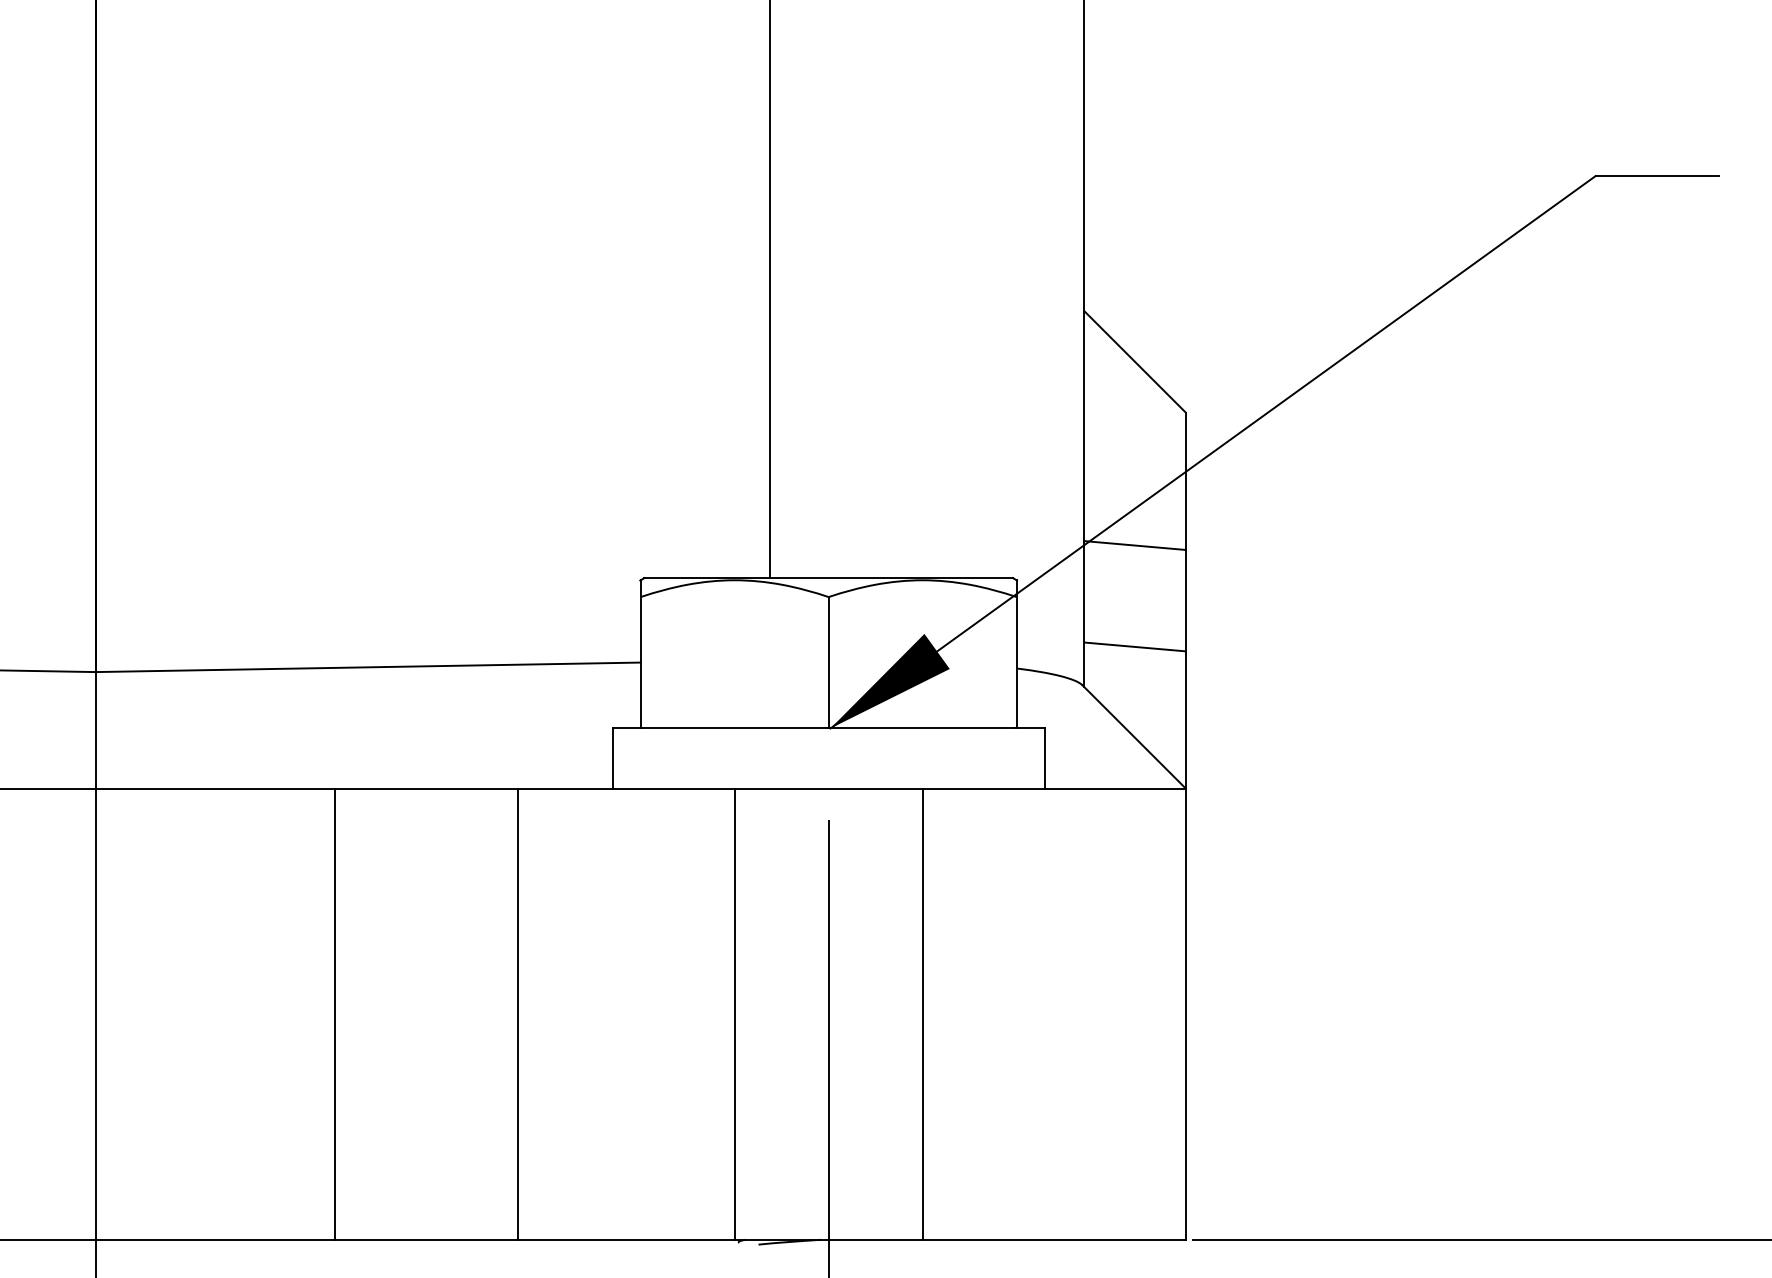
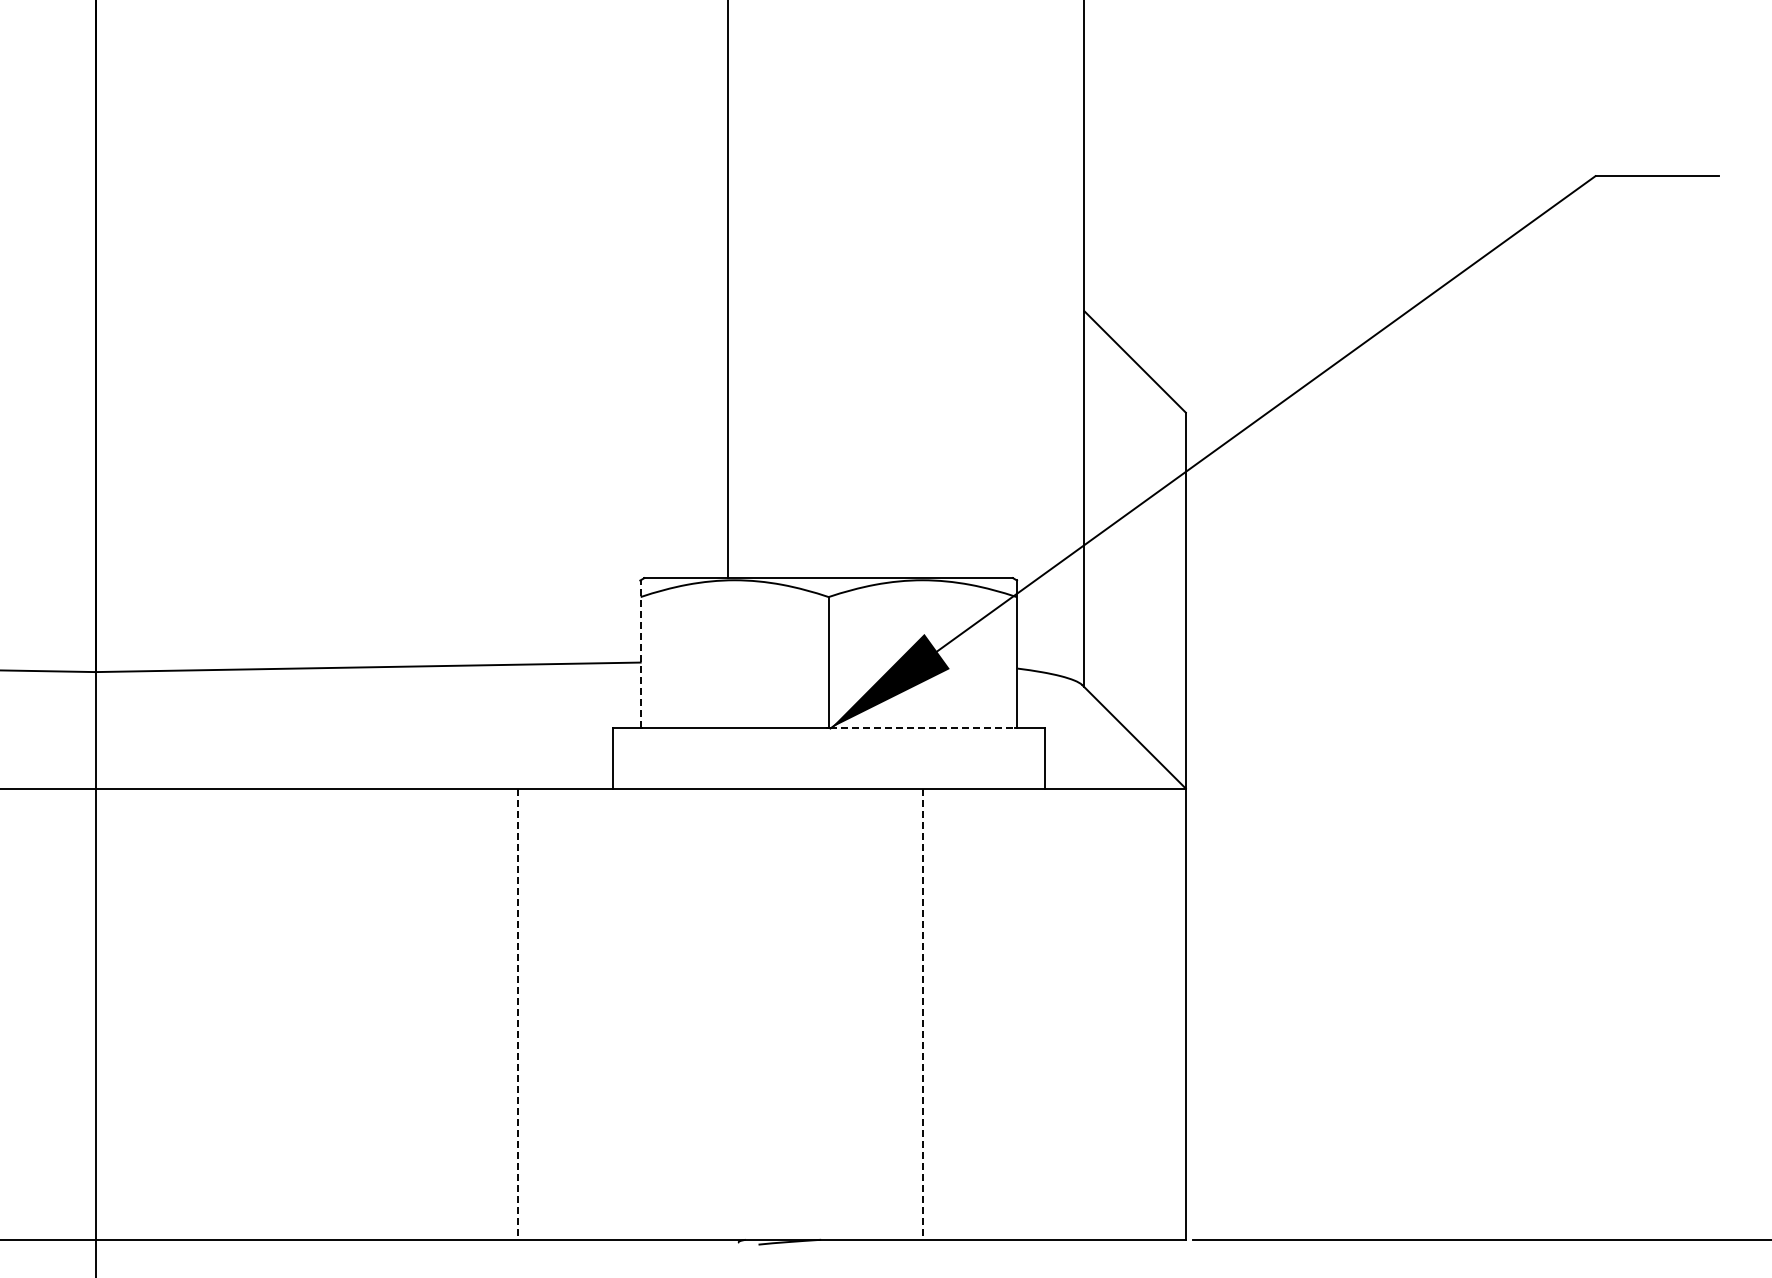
line at (770, 290) position: (770, 290) -> (728, 290)
line at (1134, 545): present -> none
line at (1134, 646): present -> none
line at (640, 653): solid -> dashed
line at (923, 728): solid -> dashed
line at (334, 1013): present -> none
line at (734, 1013): present -> none
line at (517, 1014): solid -> dashed
line at (922, 1014): solid -> dashed
line at (828, 1047): present -> none
